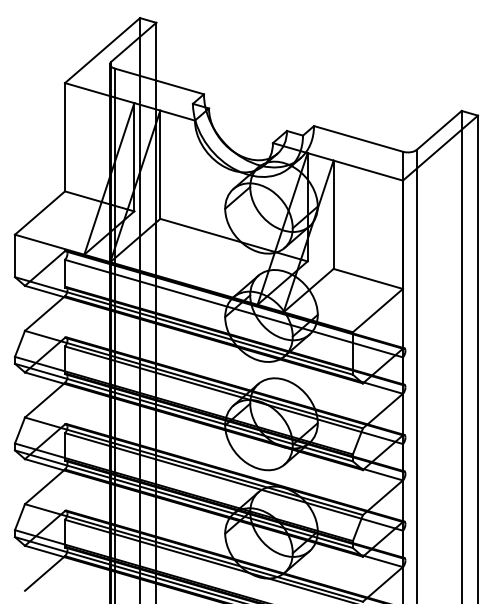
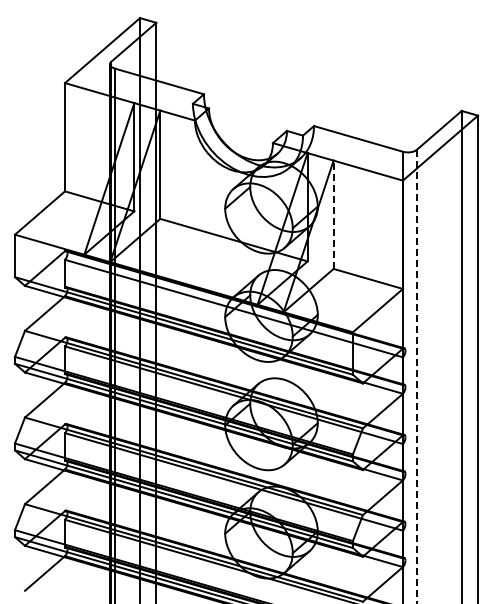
line at (333, 214): solid -> dashed
line at (416, 376): solid -> dashed
